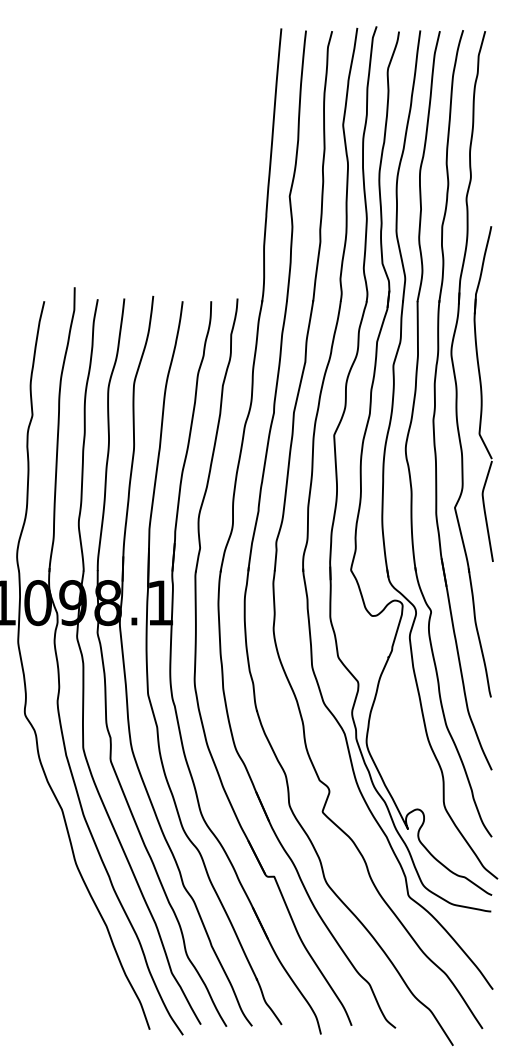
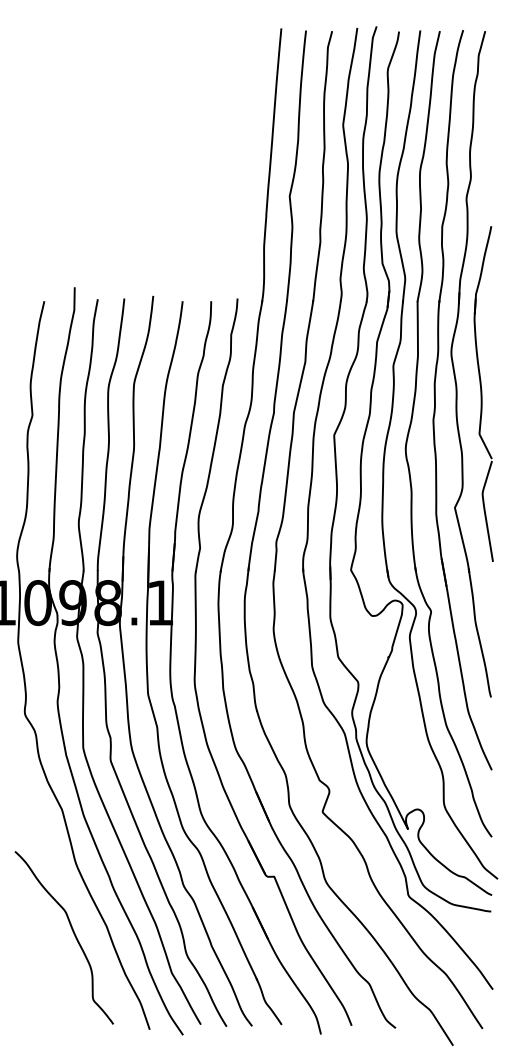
curve at (72, 932): none -> present
